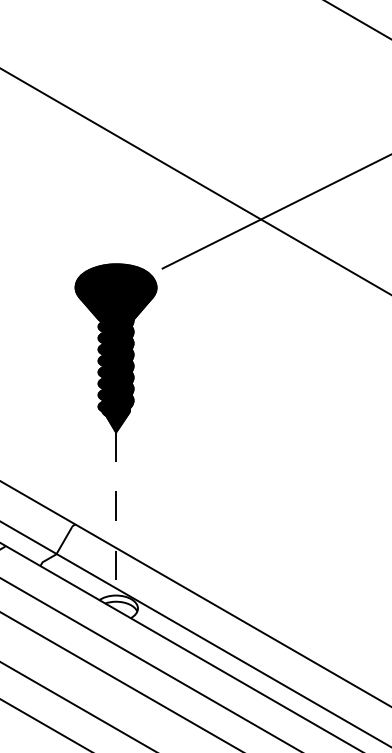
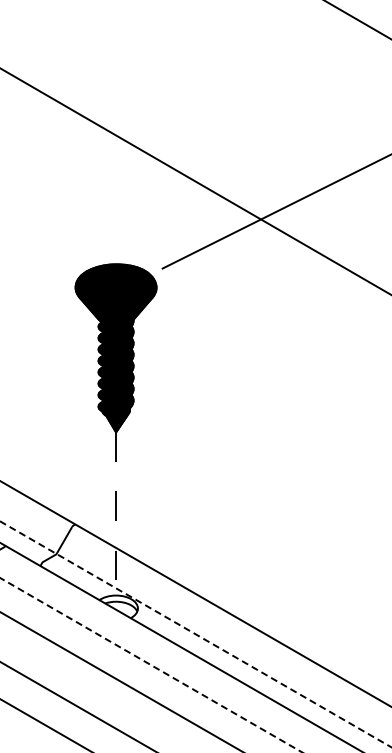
line at (195, 634): solid -> dashed
line at (151, 665): solid -> dashed
